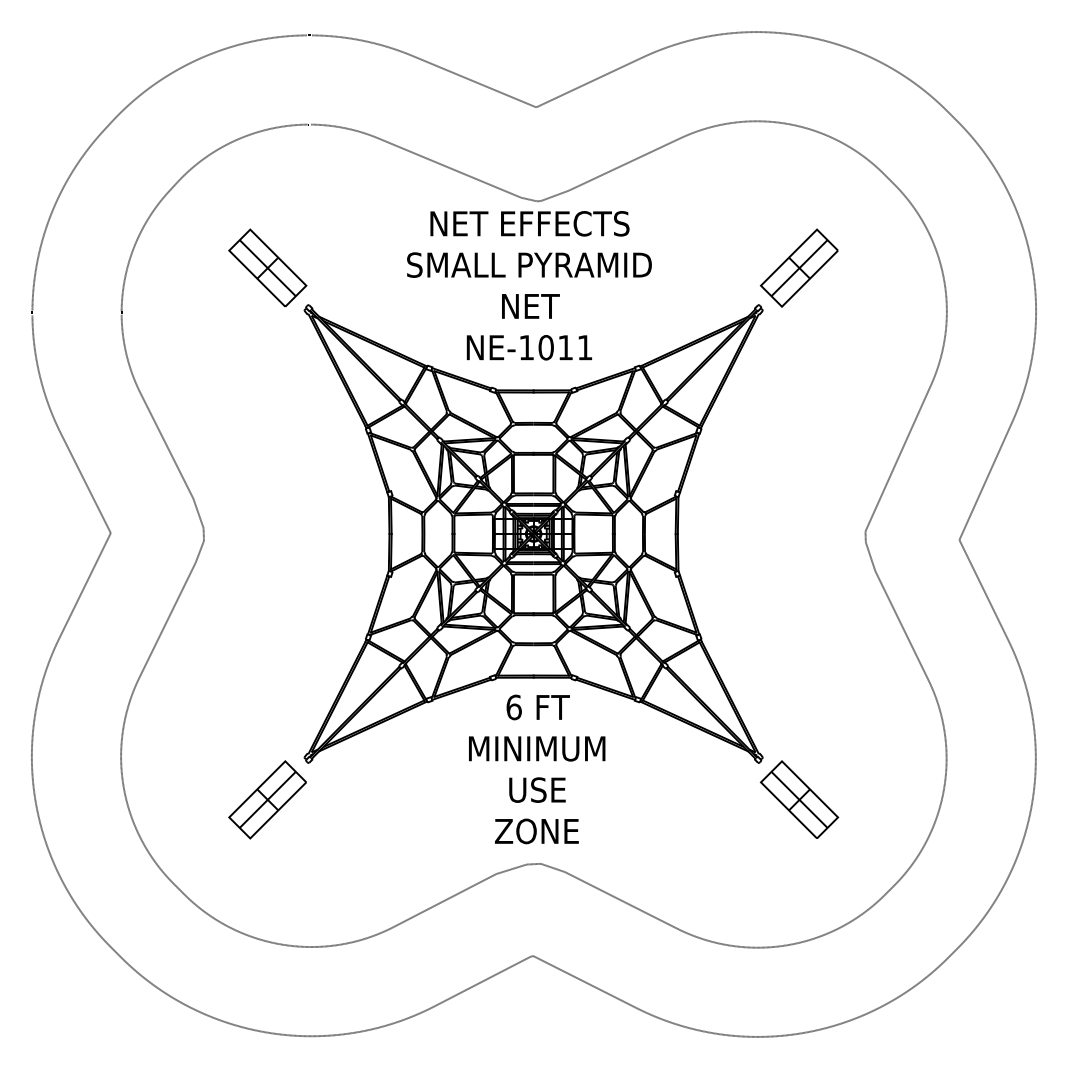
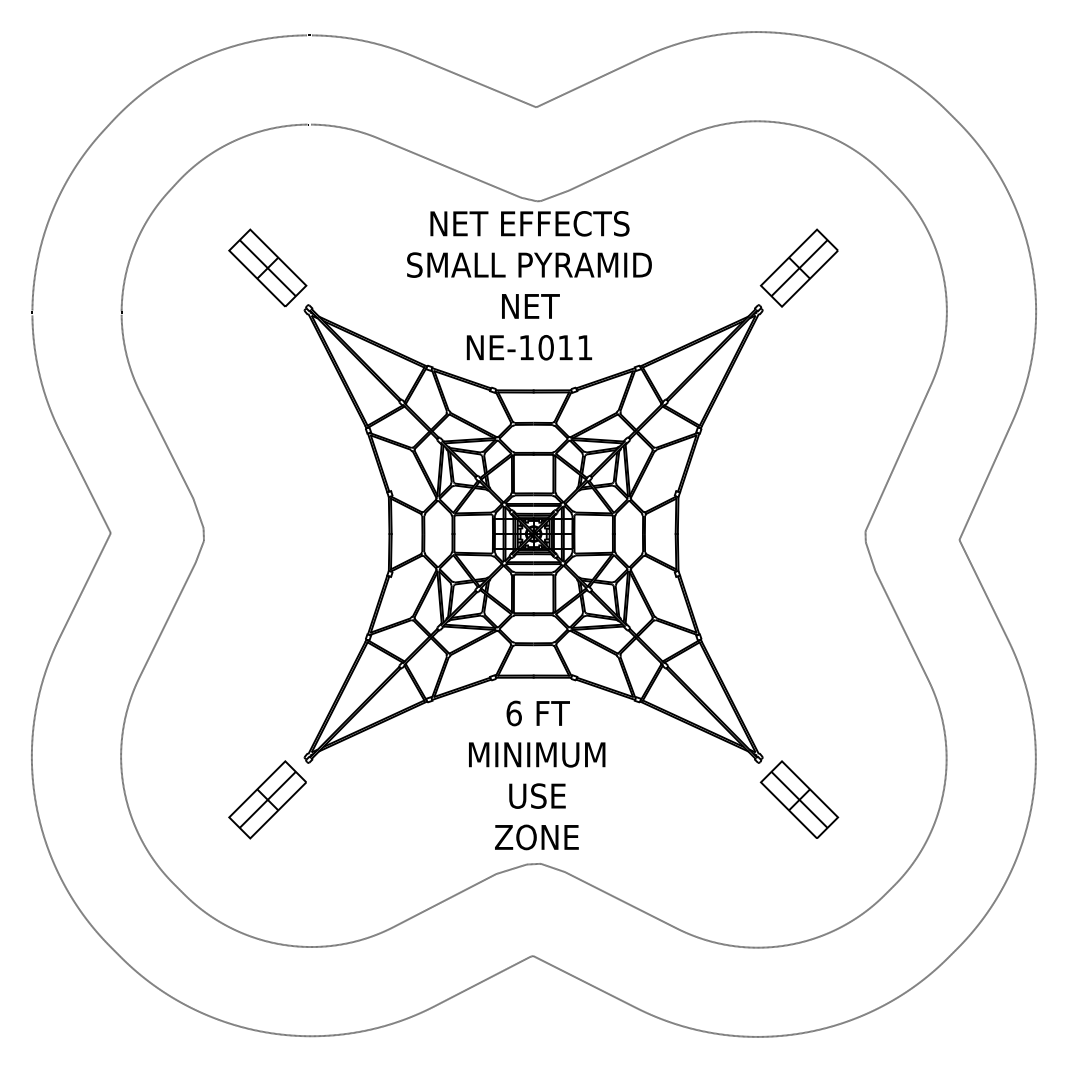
text at (537, 769) position: (537, 769) -> (537, 775)
